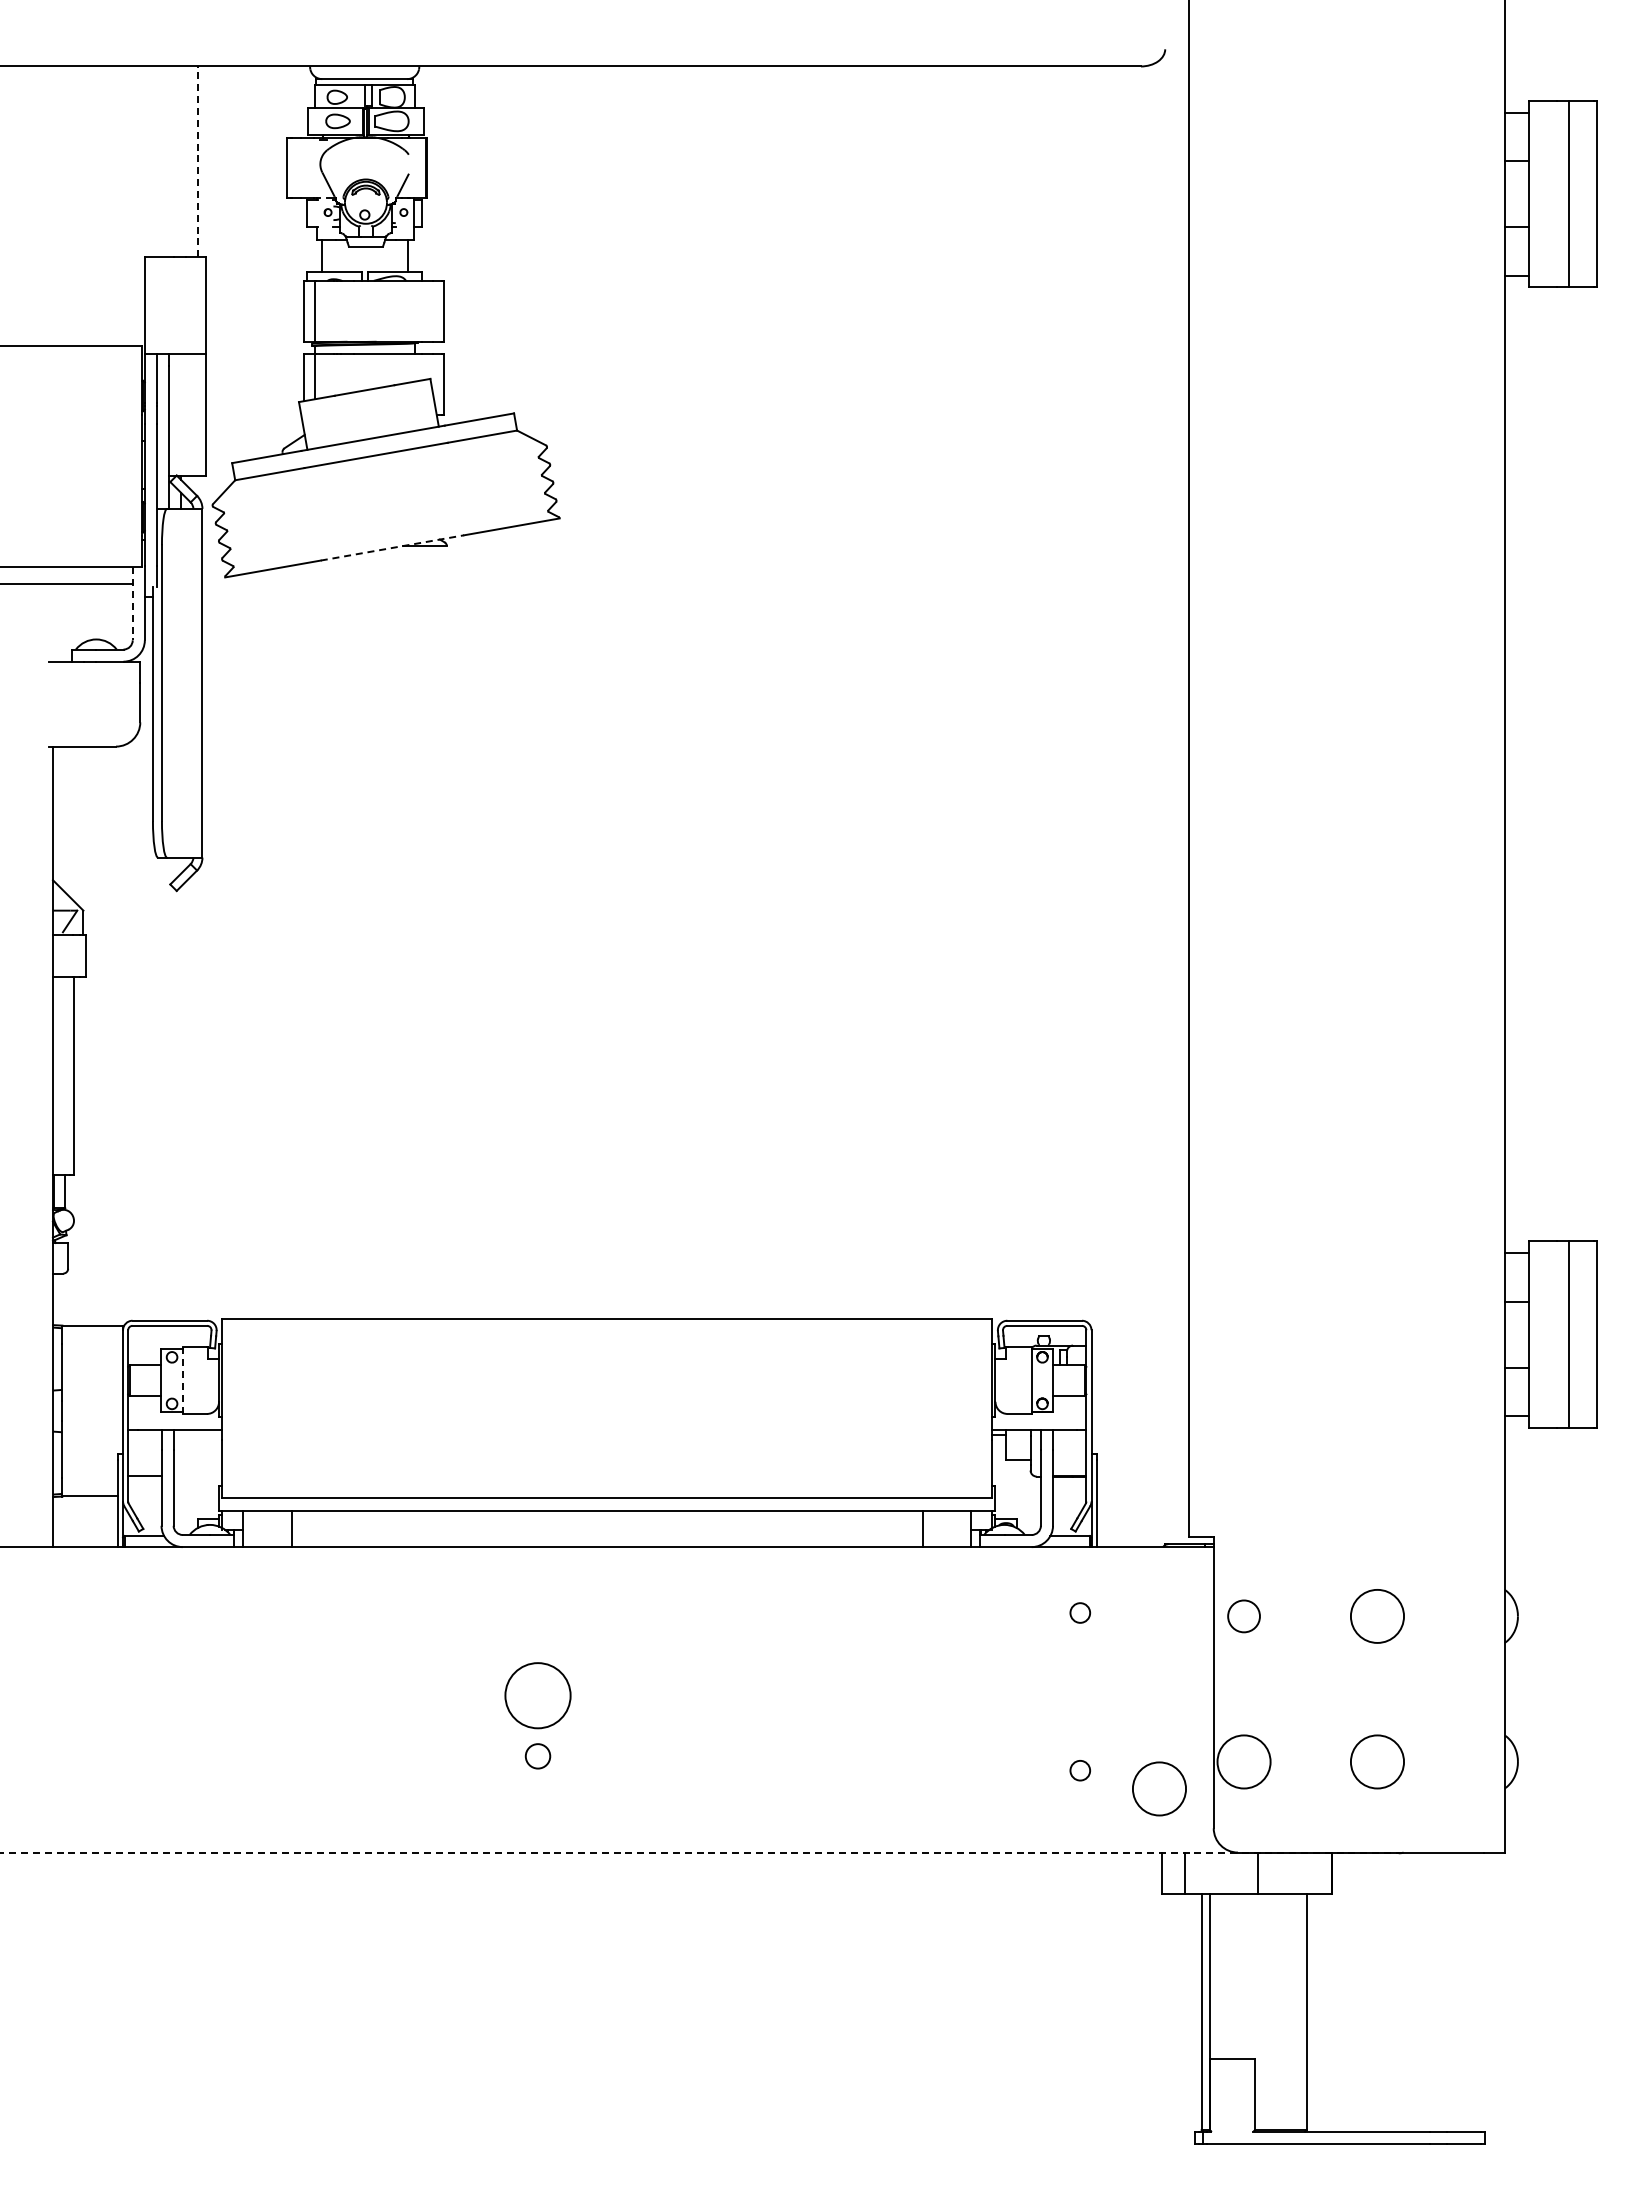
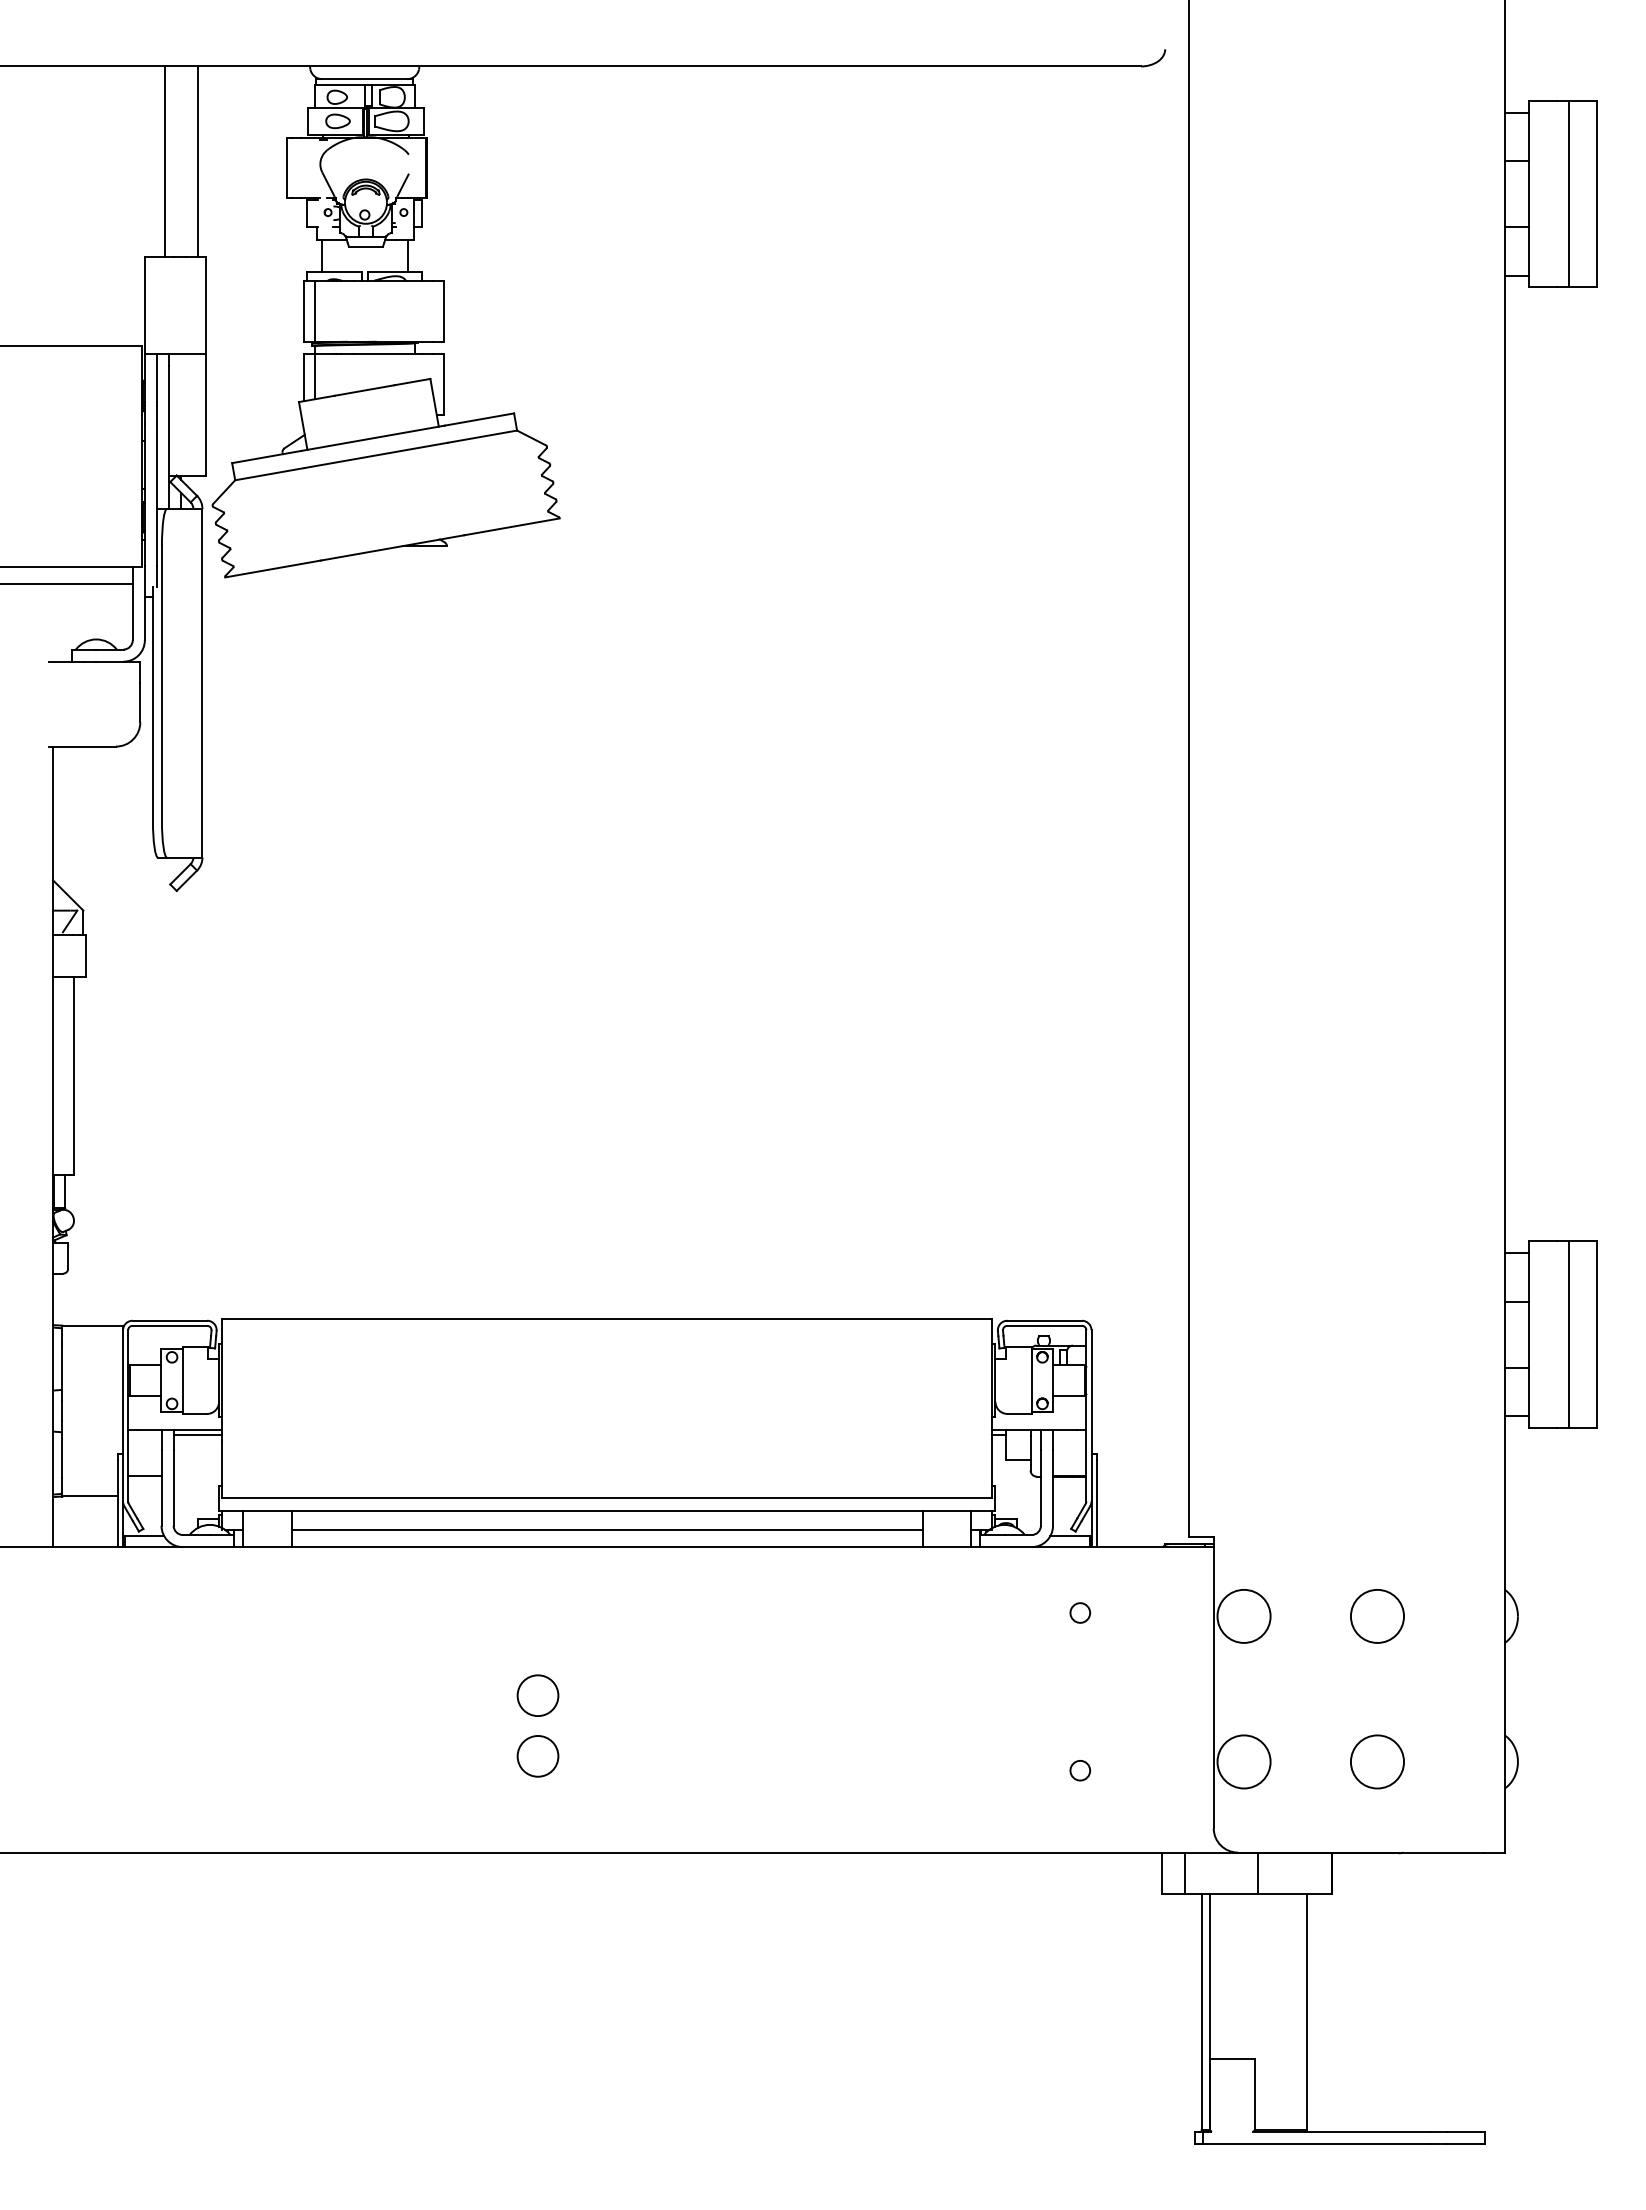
line at (164, 161): none -> present
line at (197, 161): dashed -> solid
line at (392, 547): dashed -> solid
line at (132, 603): dashed -> solid
line at (182, 1381): dashed -> solid
line at (197, 1435): none -> present
line at (606, 1529): none -> present
circle at (1243, 1616) diameter: 32 px -> 53 px
circle at (537, 1695) diameter: 65 px -> 41 px
circle at (537, 1756) diameter: 24 px -> 41 px
circle at (1159, 1788): present -> none
line at (699, 1853): dashed -> solid
